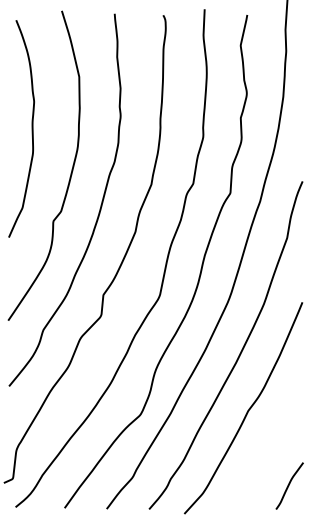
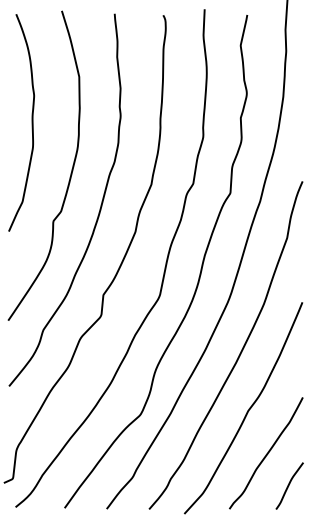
curve at (31, 128) position: (31, 128) -> (31, 122)
curve at (266, 453): none -> present
